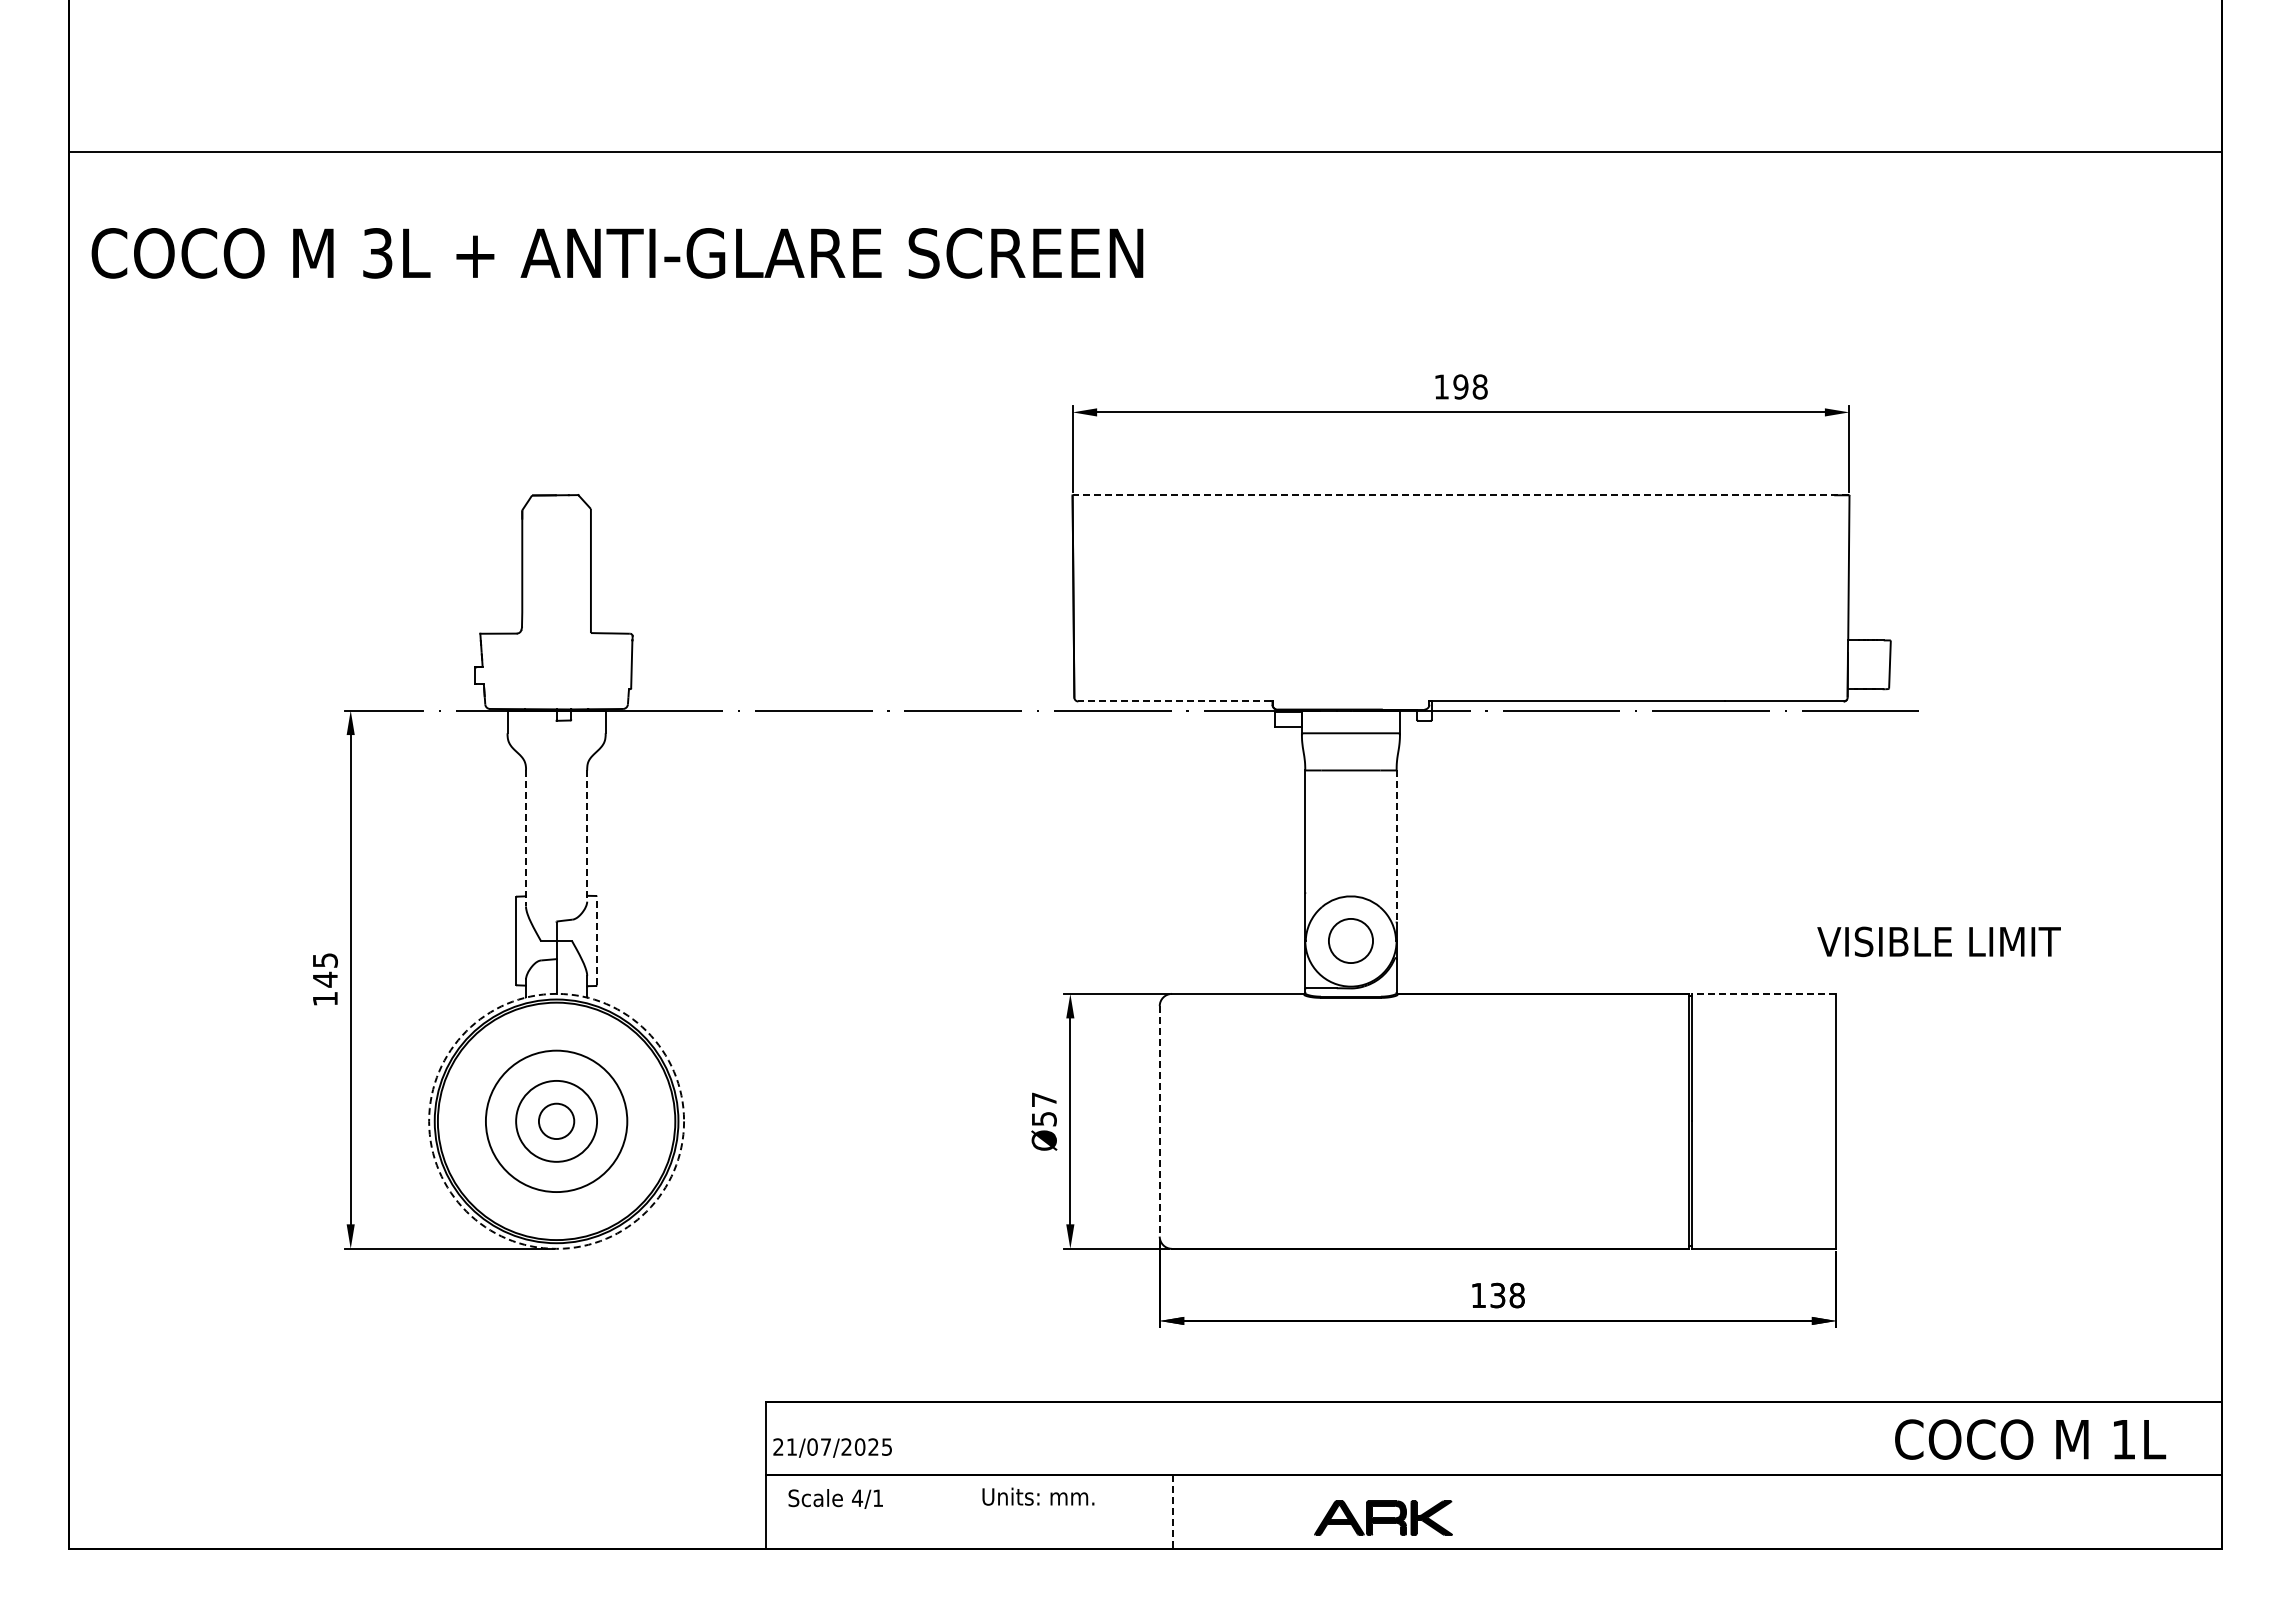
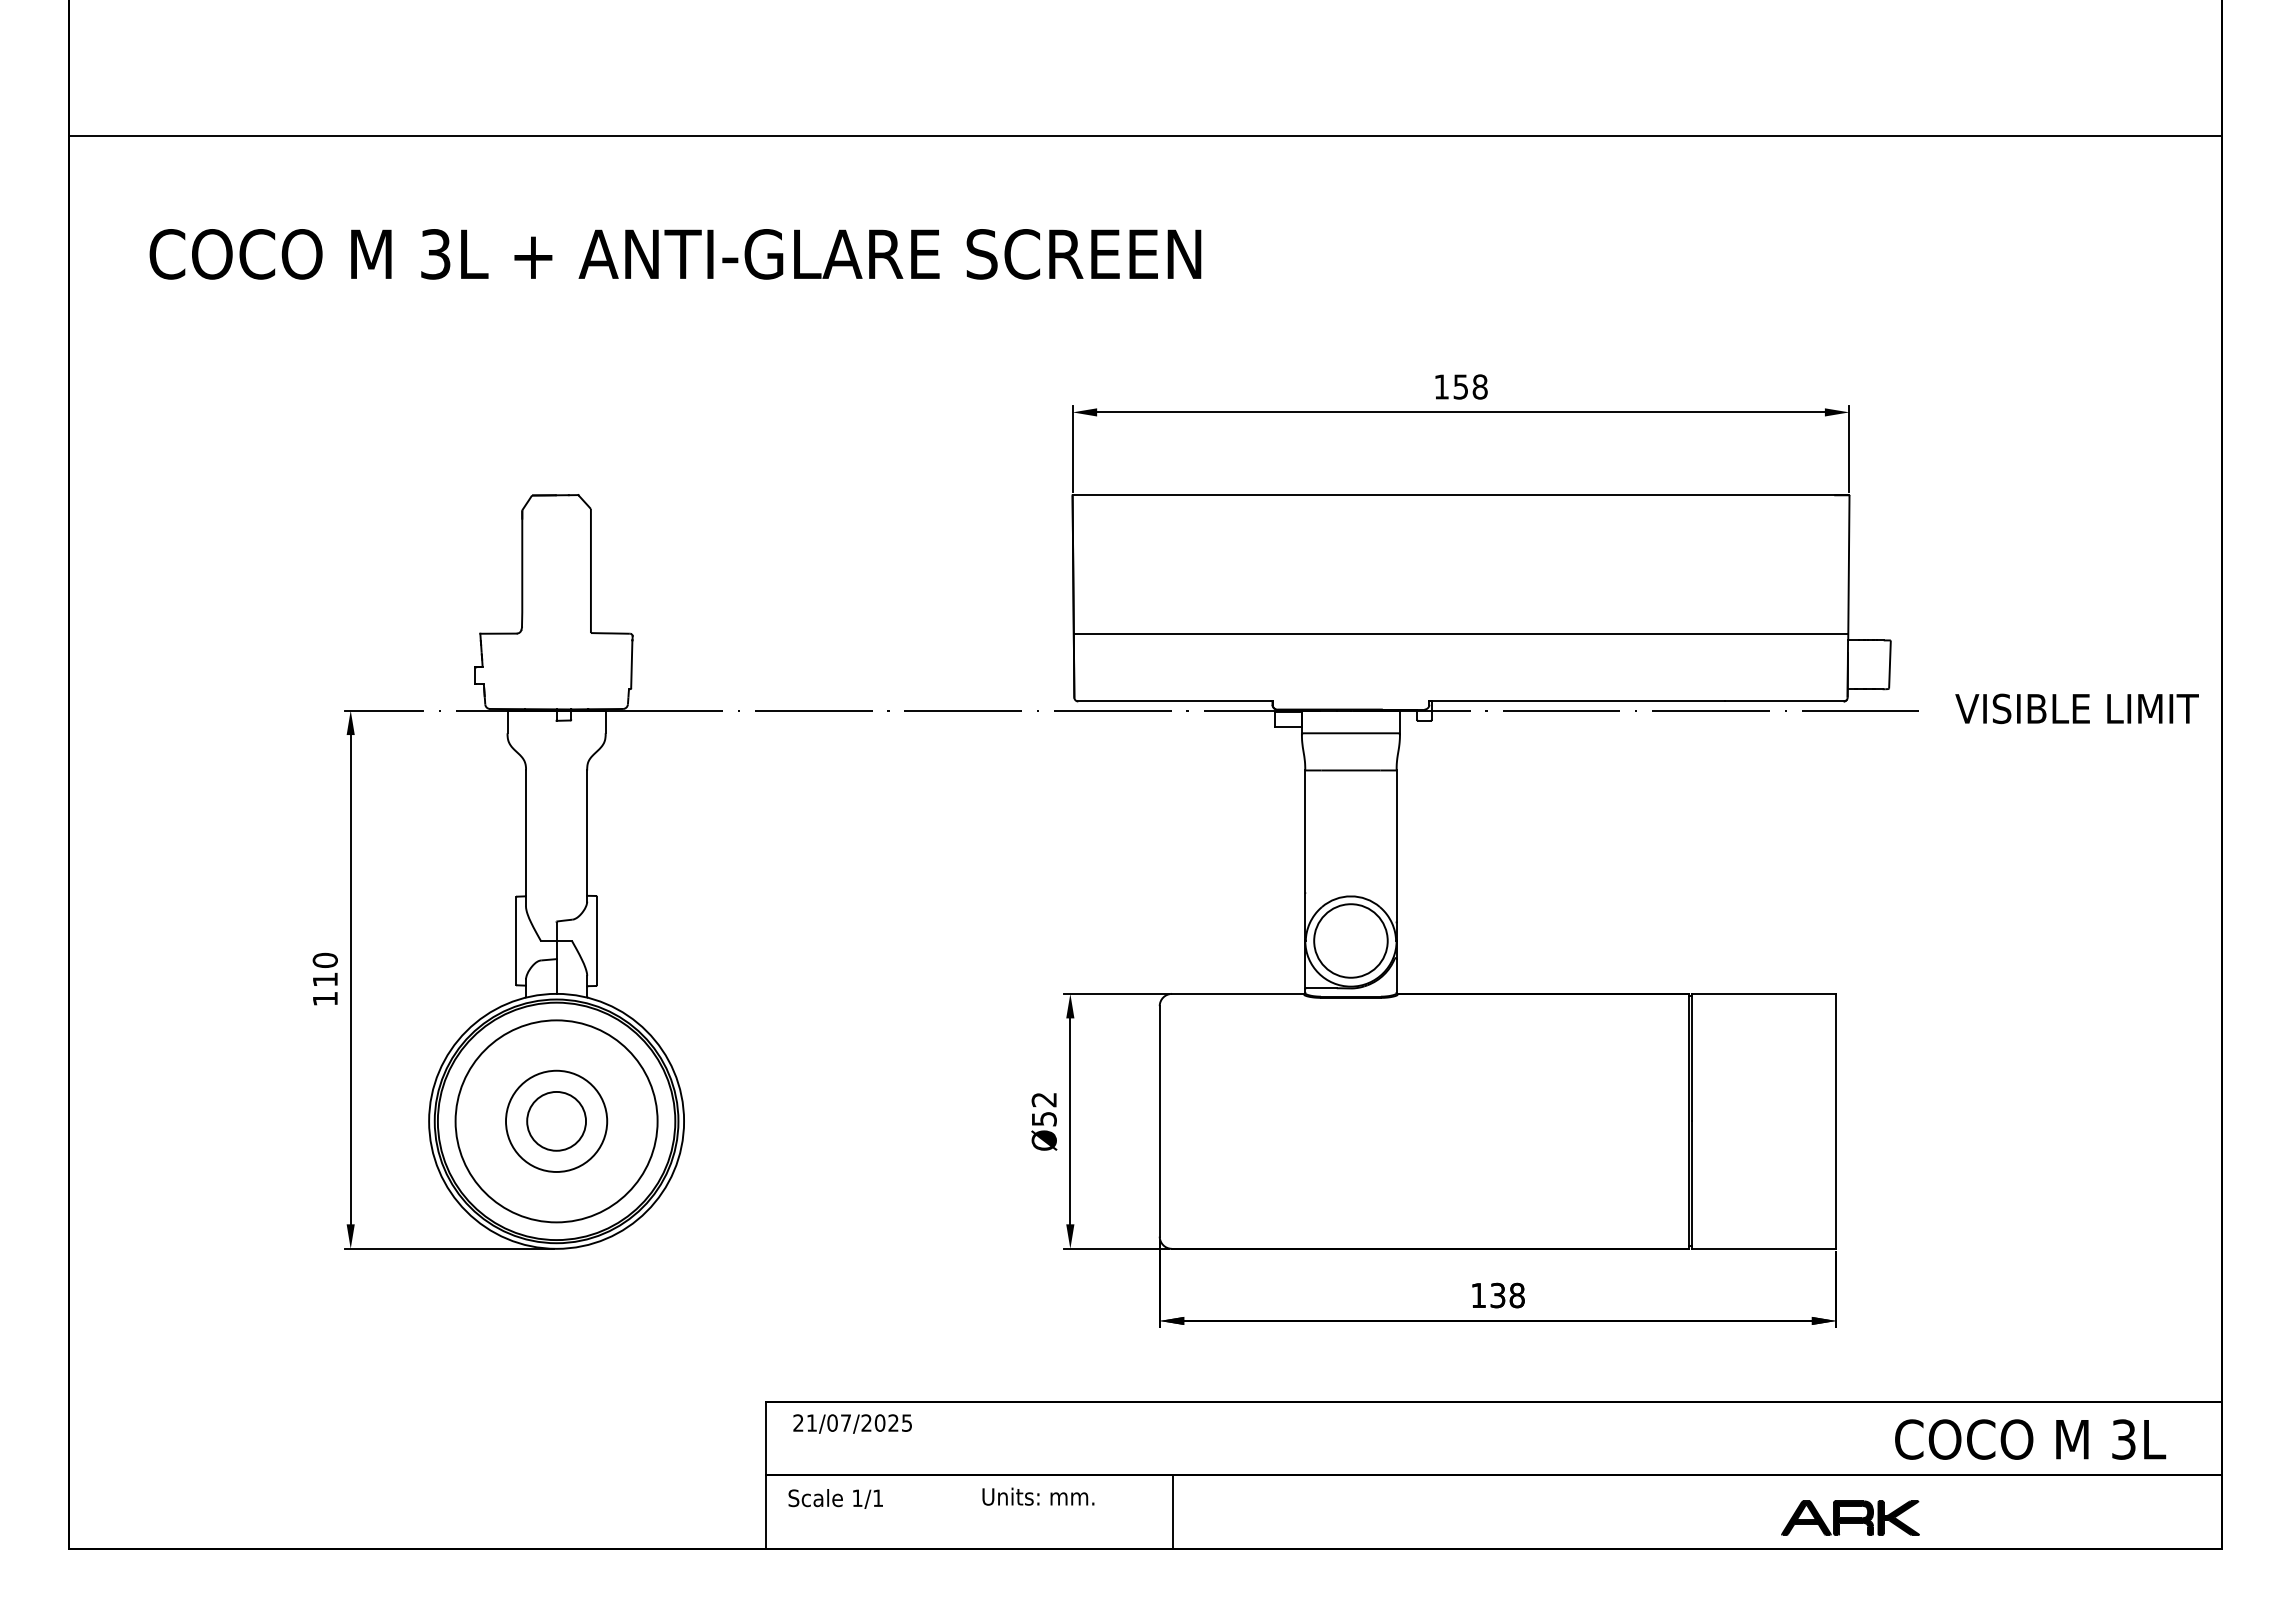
line at (1145, 152) position: (1145, 152) -> (1145, 136)
text at (617, 253) position: (617, 253) -> (675, 254)
text at (1460, 386): 198 -> 158
line at (1460, 495): dashed -> solid
line at (1460, 633): none -> present
line at (1173, 701): dashed -> solid
line at (587, 836): dashed -> solid
line at (526, 838): dashed -> solid
line at (1396, 845): dashed -> solid
line at (596, 940): dashed -> solid
circle at (1350, 940) diameter: 44 px -> 74 px
text at (1938, 941) position: (1938, 941) -> (2076, 708)
text at (324, 969): 145 -> 110
line at (1763, 993): dashed -> solid
text at (1043, 1099): Ø57 -> Ø52
circle at (556, 1120) diameter: 81 px -> 101 px
circle at (556, 1120): dashed -> solid
circle at (556, 1121) diameter: 141 px -> 202 px
circle at (556, 1121) diameter: 35 px -> 59 px
line at (1159, 1121): dashed -> solid
text at (2123, 1439): 1L -> 3L
text at (832, 1447) position: (832, 1447) -> (852, 1423)
text at (857, 1497): 4/1 -> 1/1
line at (1173, 1512): dashed -> solid
part at (1383, 1517) position: (1383, 1517) -> (1850, 1517)
